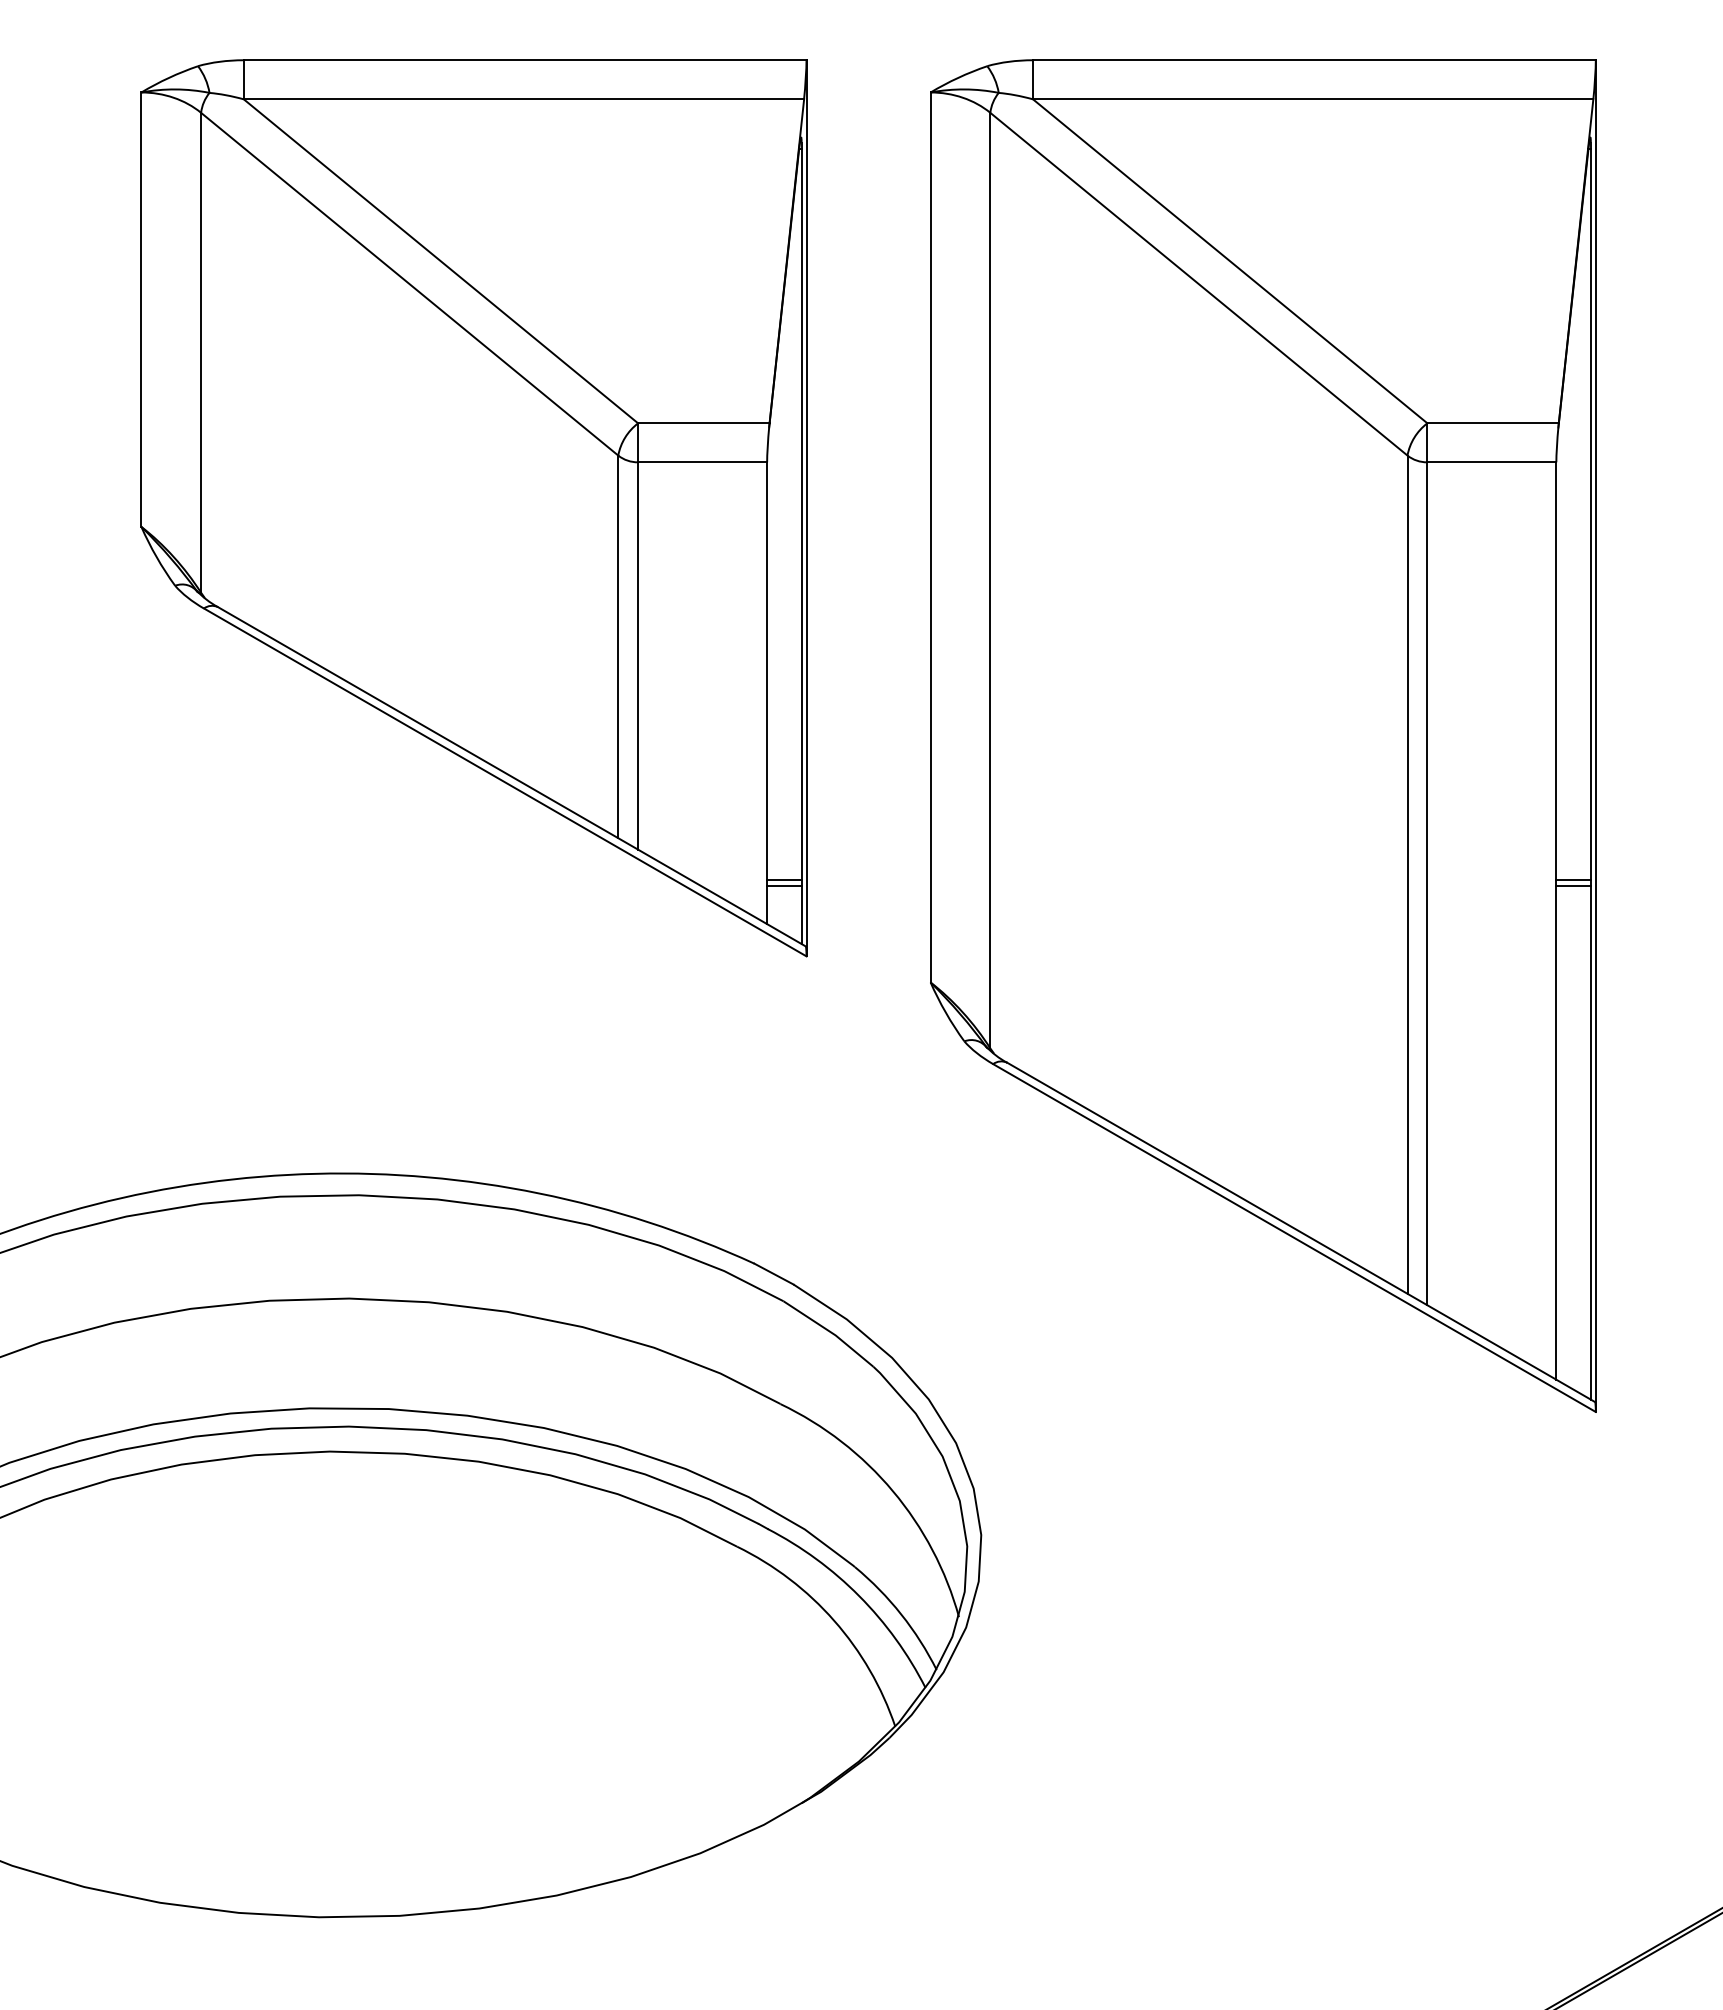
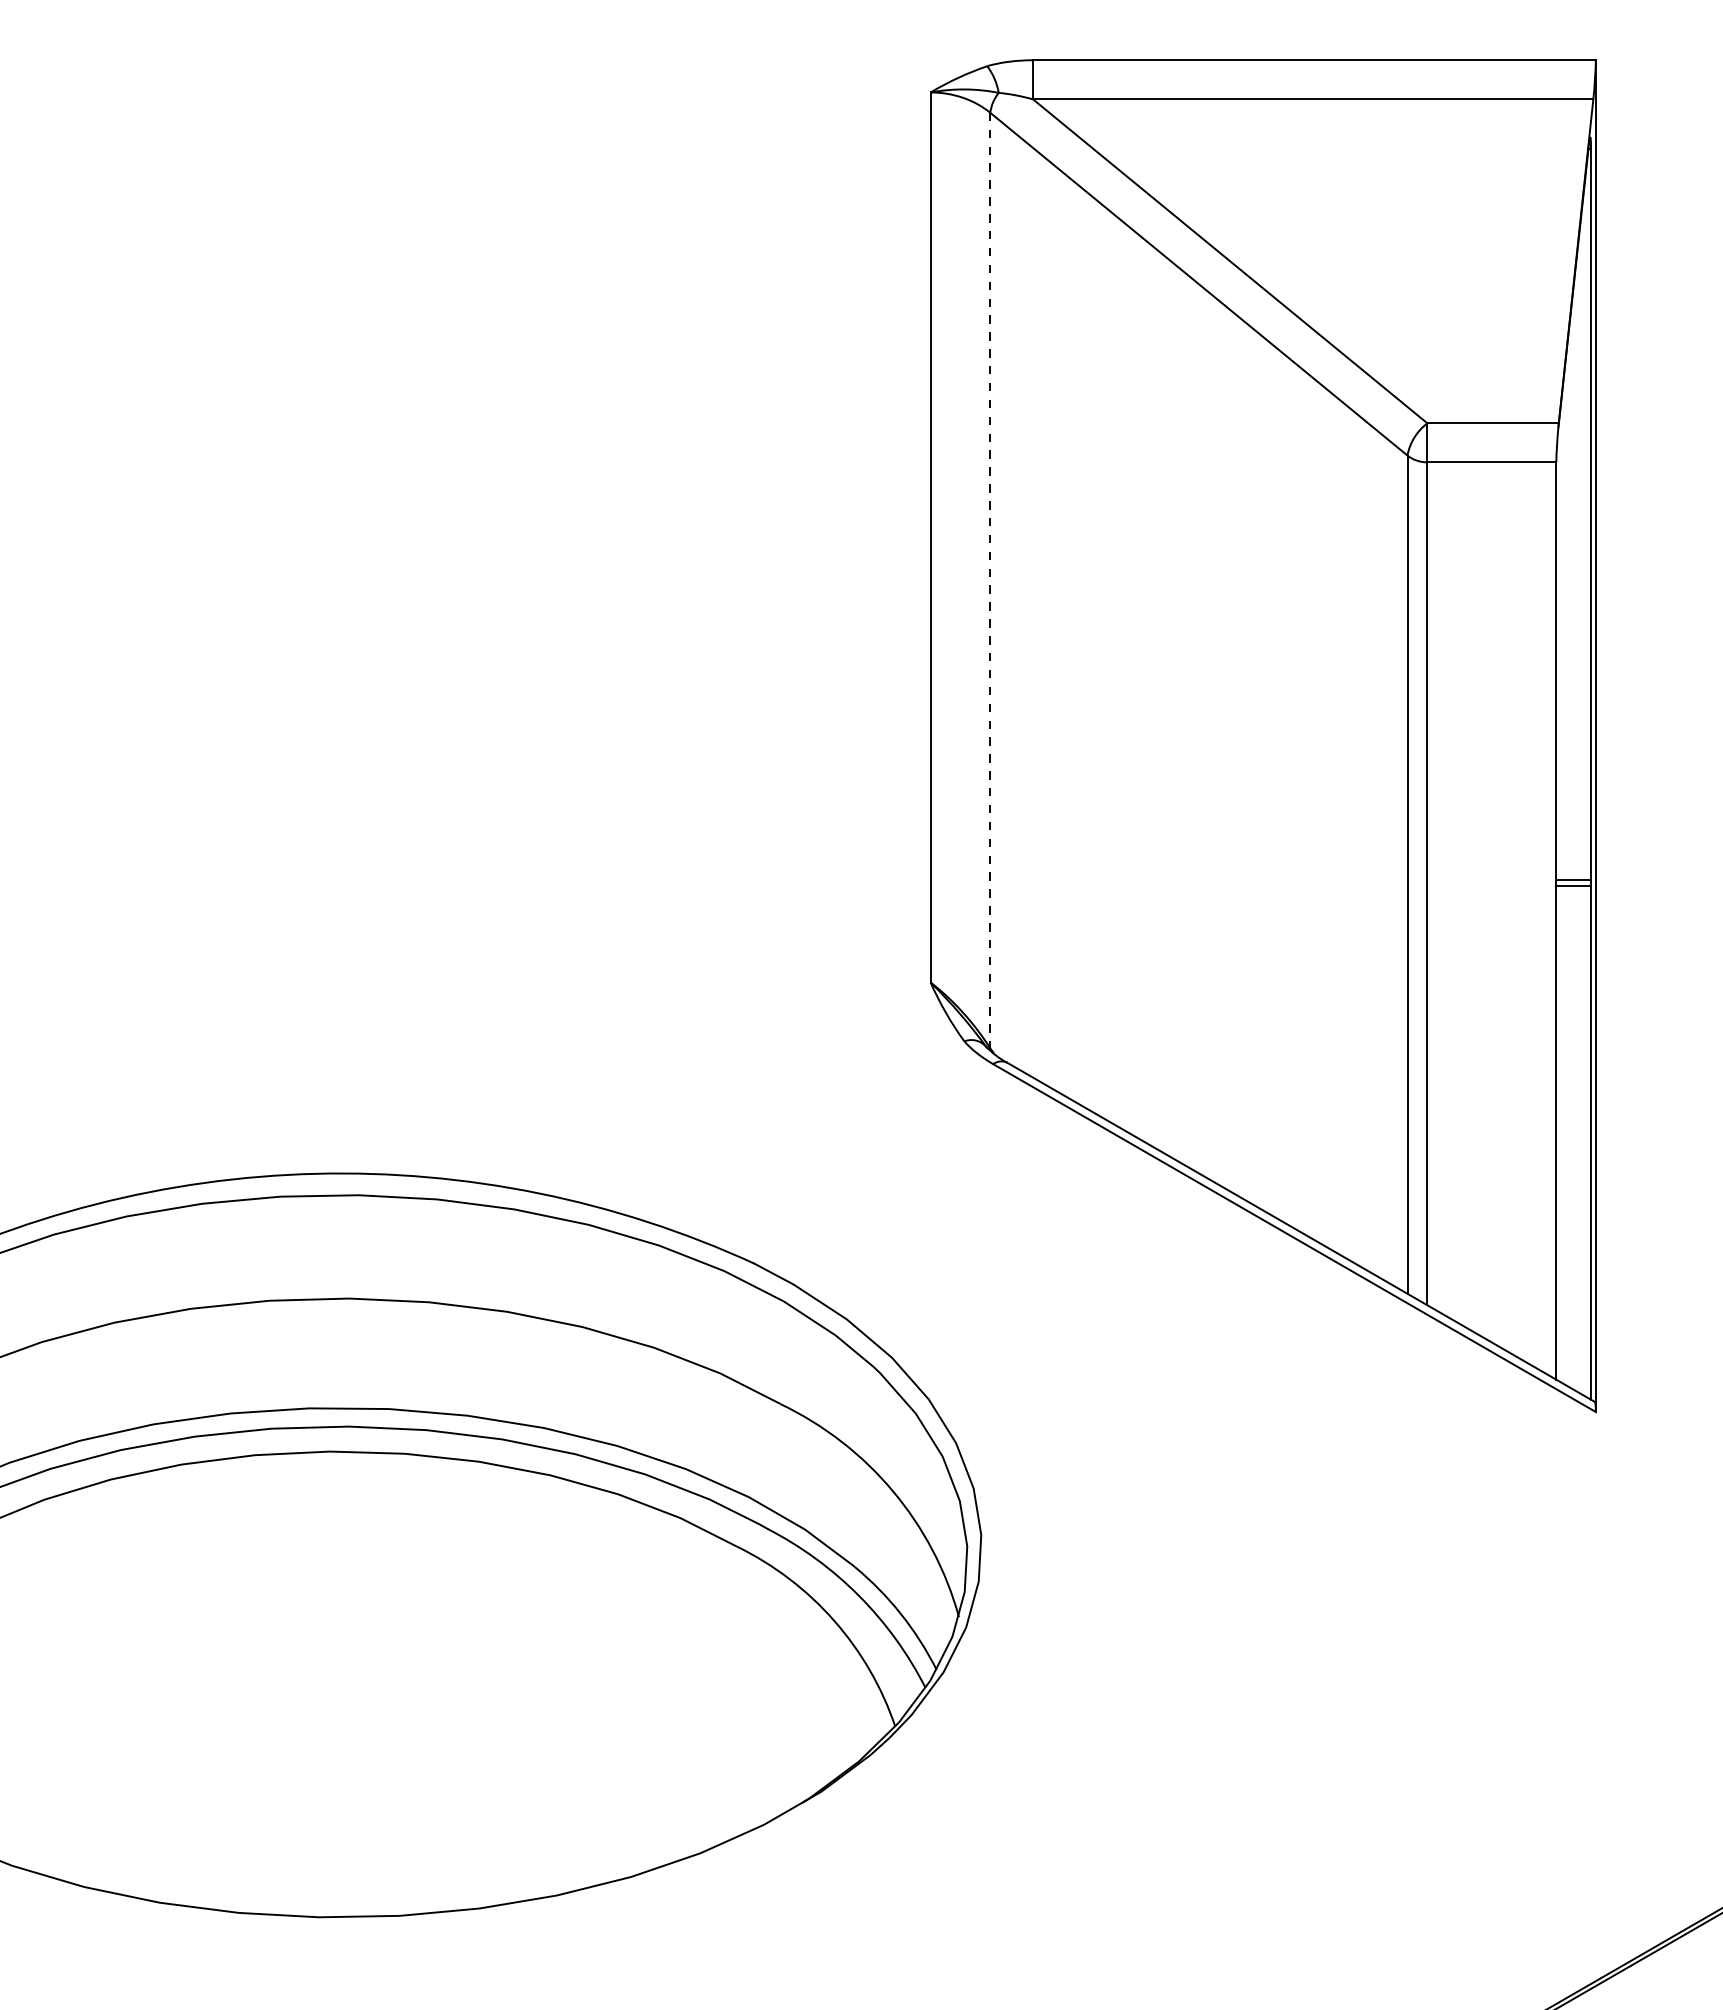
part at (473, 508): present -> none
line at (990, 580): solid -> dashed
